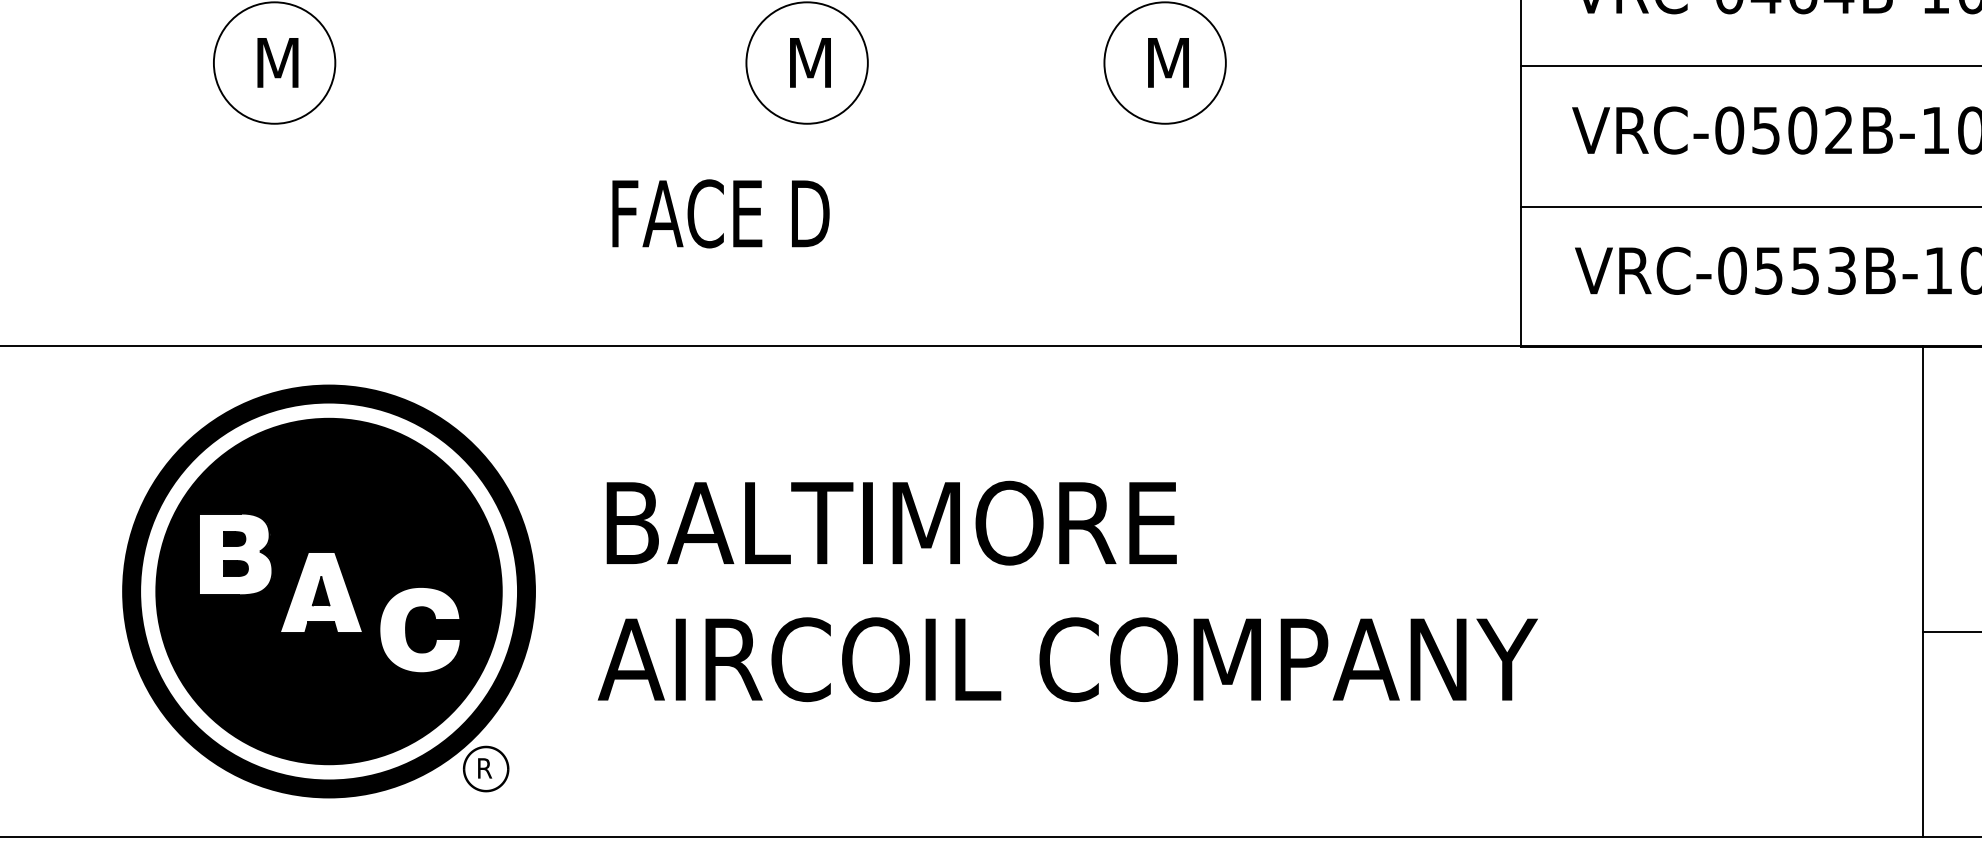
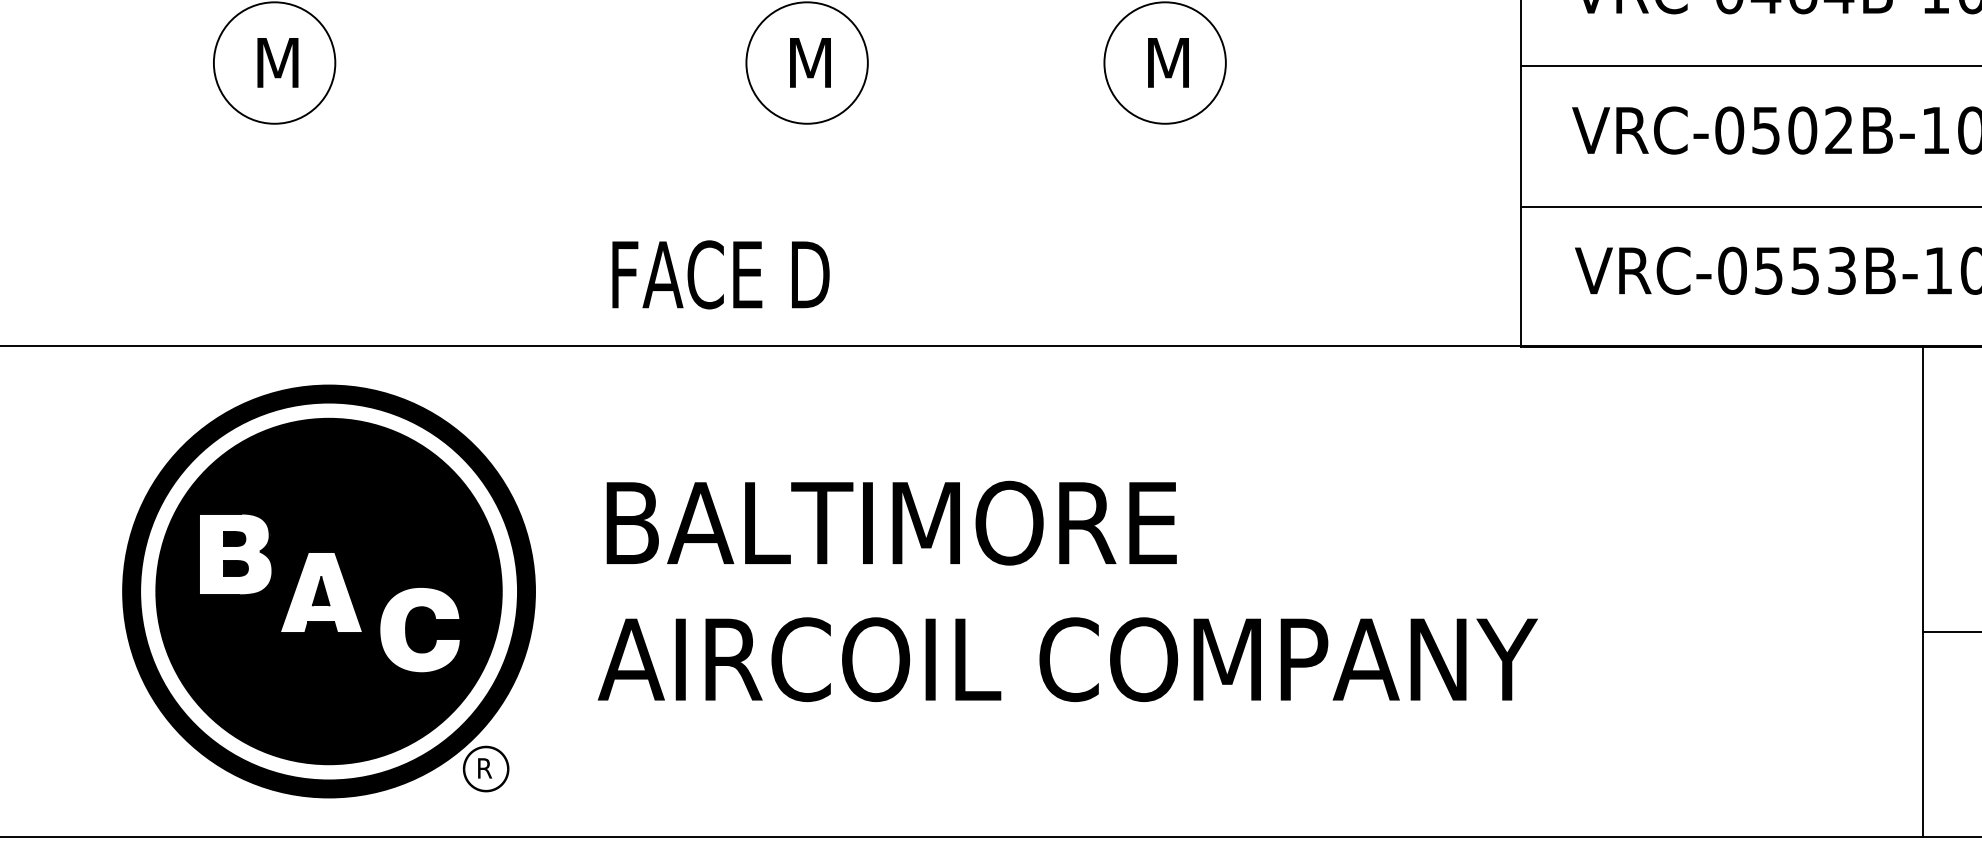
text at (720, 213) position: (720, 213) -> (720, 274)
